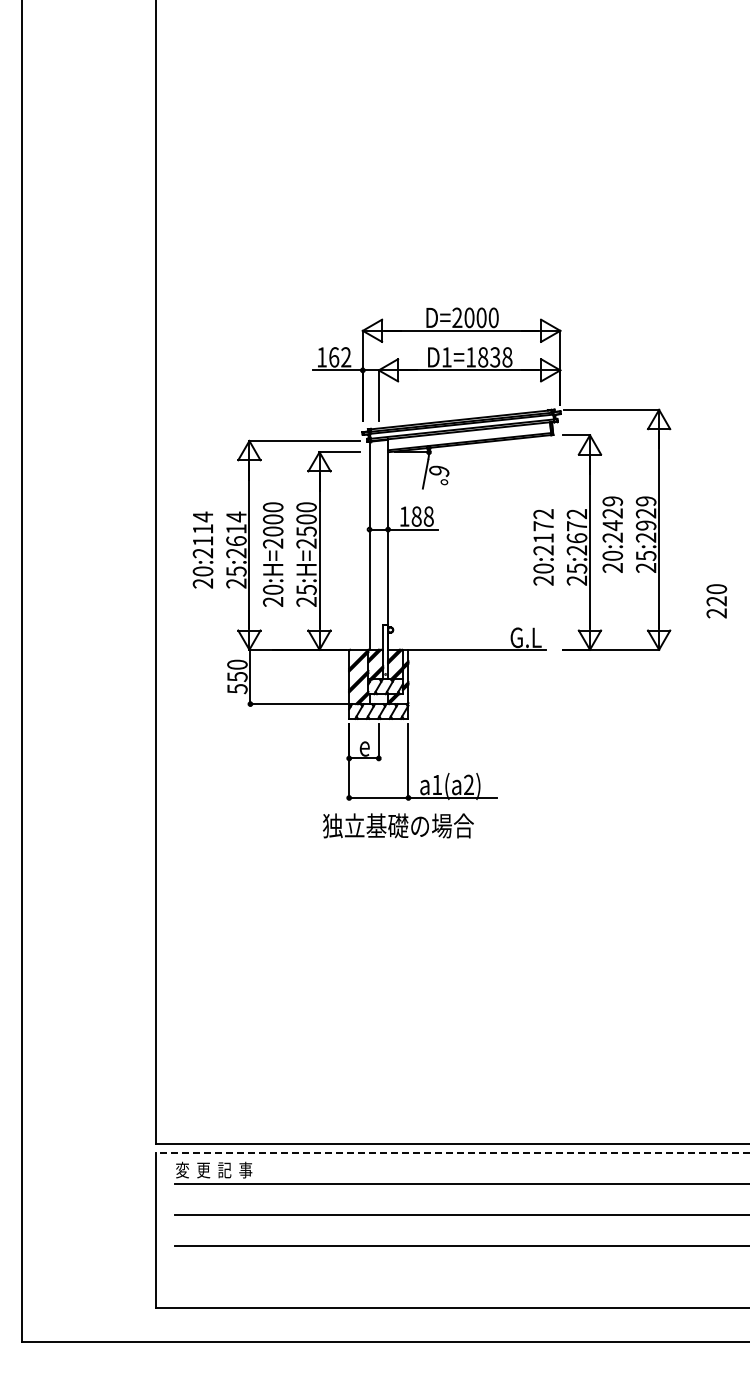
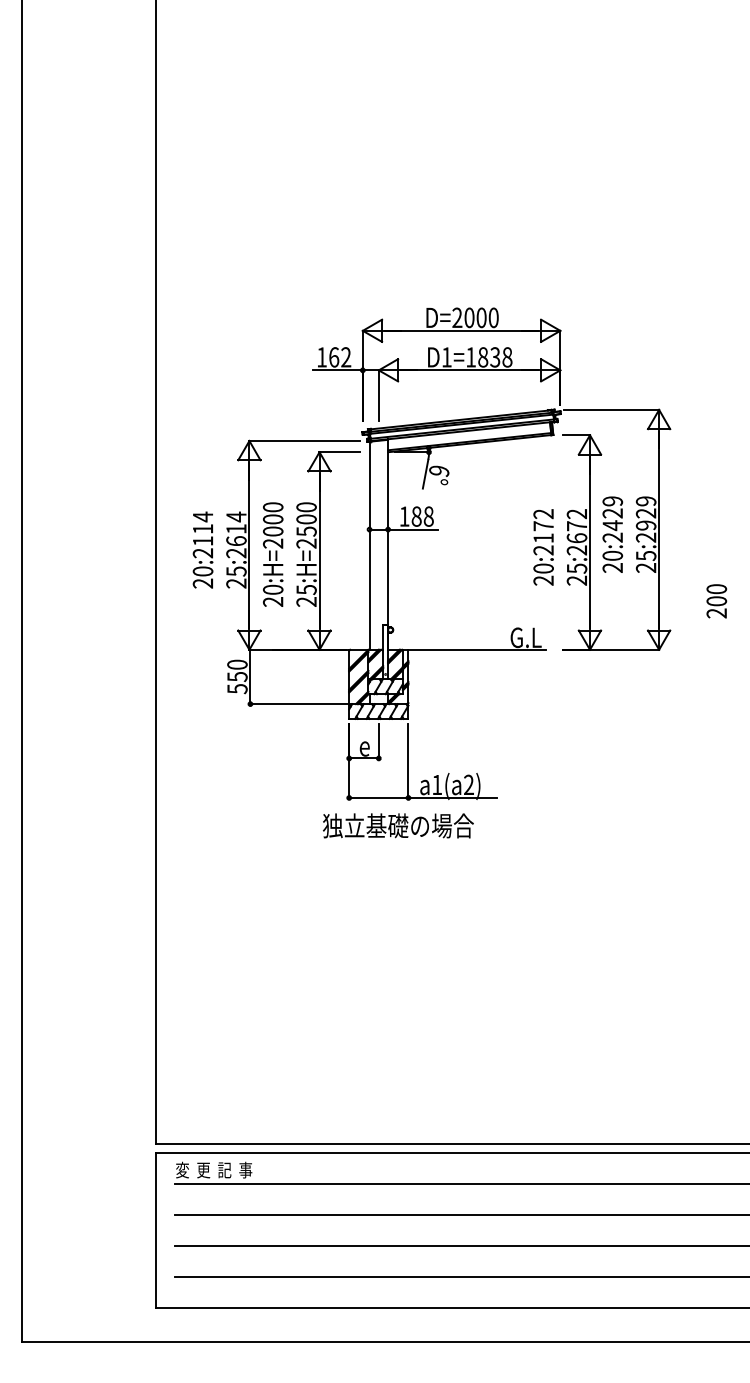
text at (716, 601): 220 -> 200
line at (452, 1152): dashed -> solid
line at (460, 1277): none -> present
